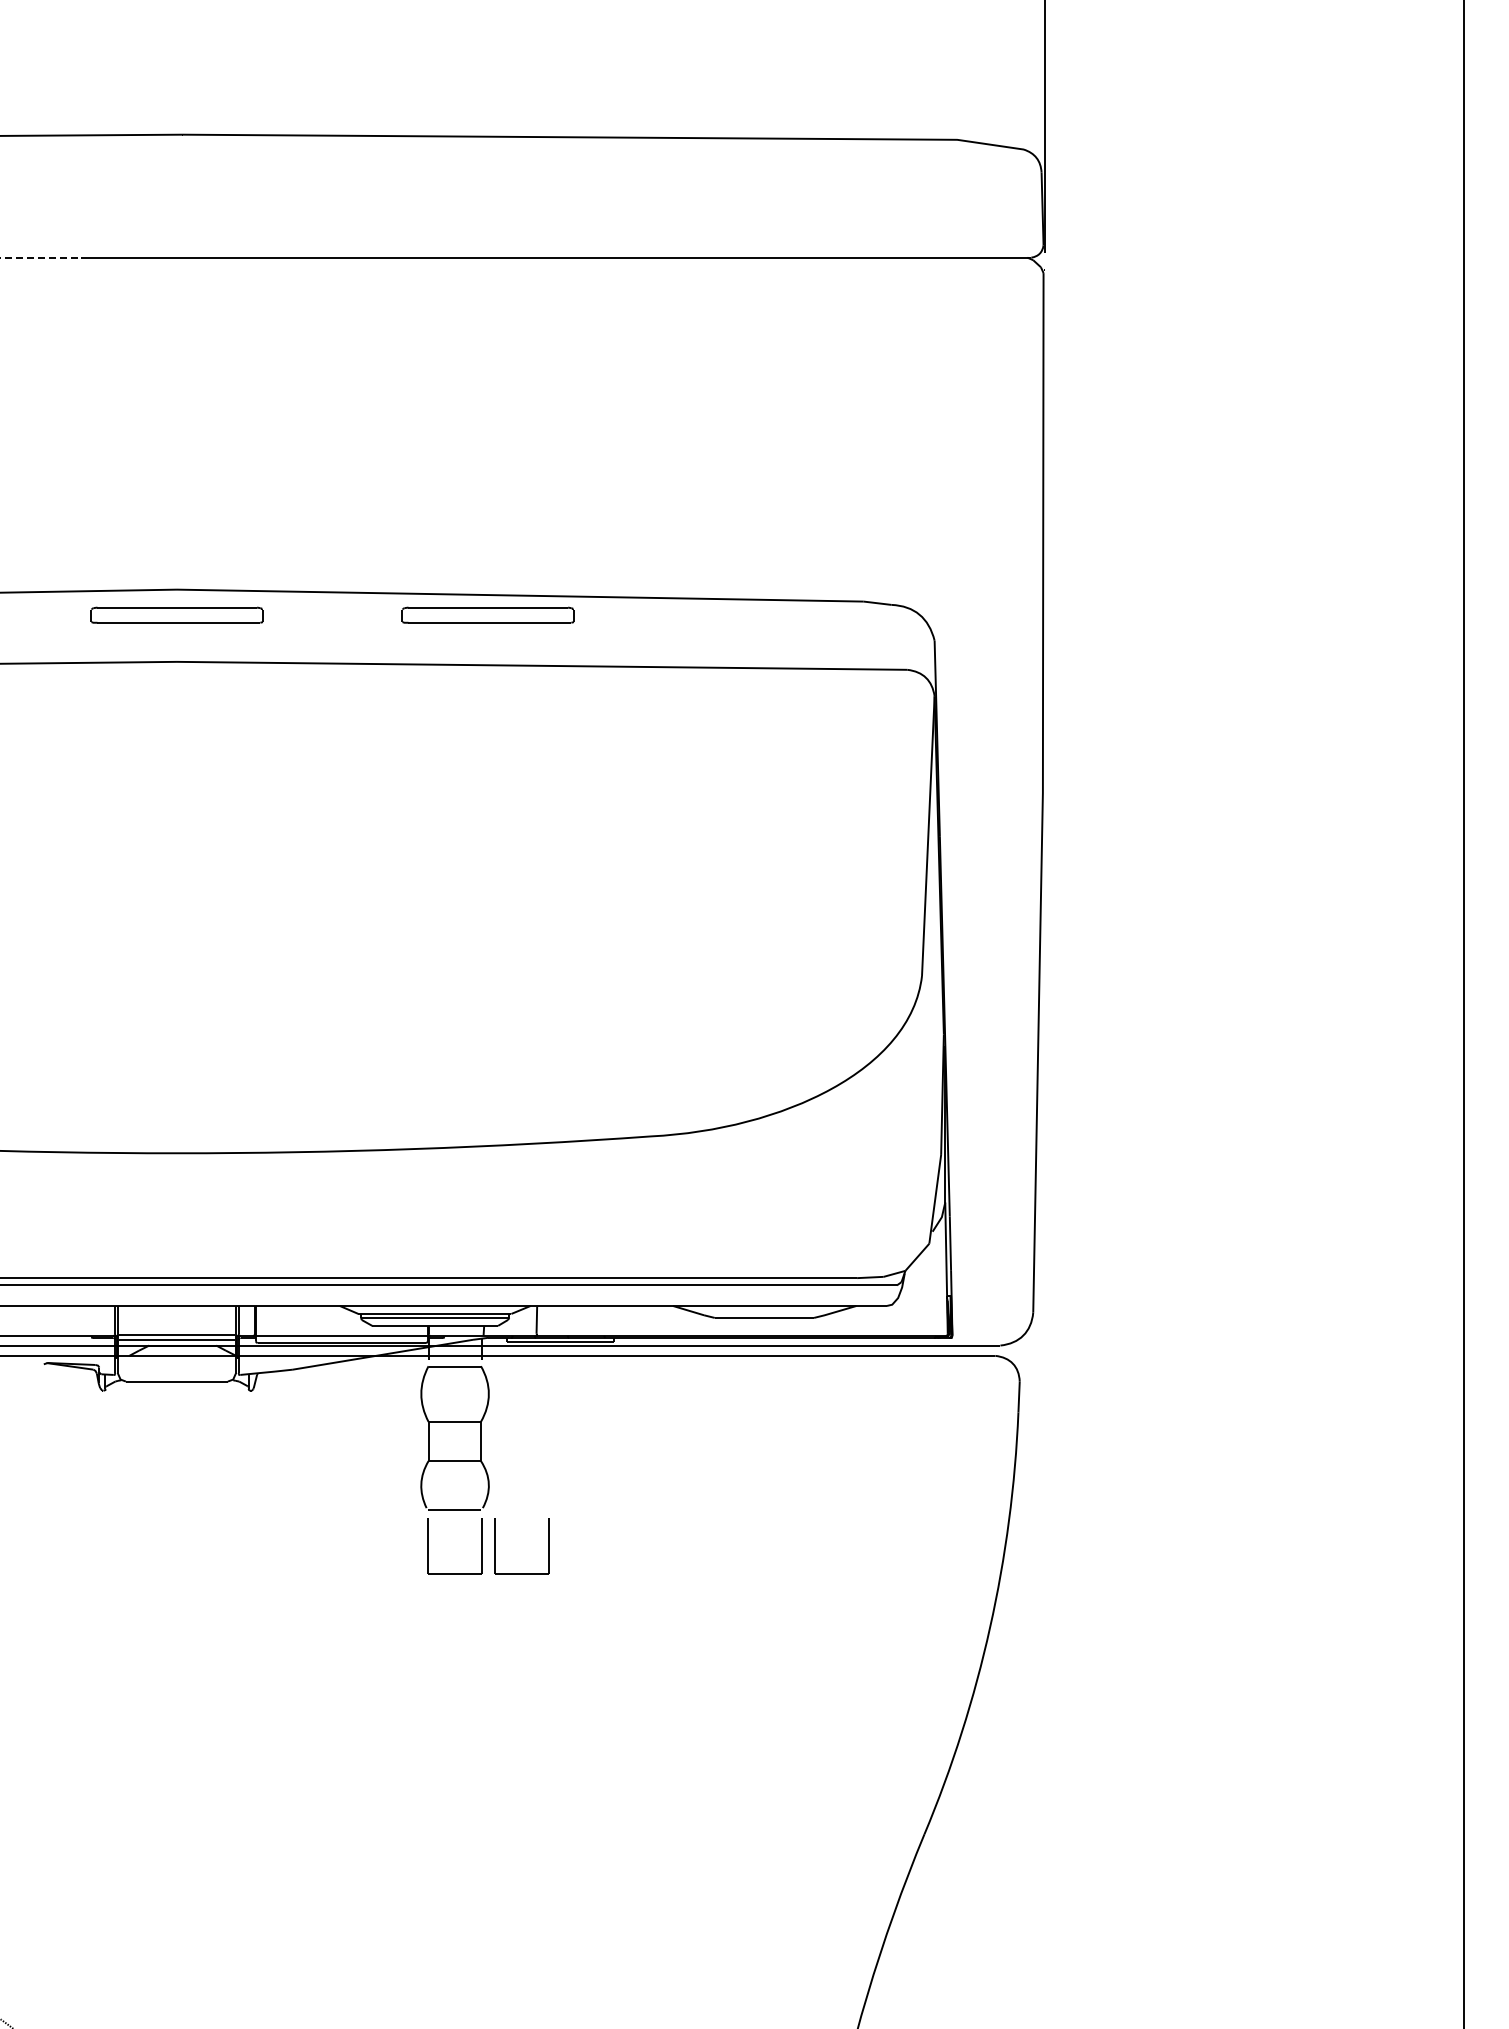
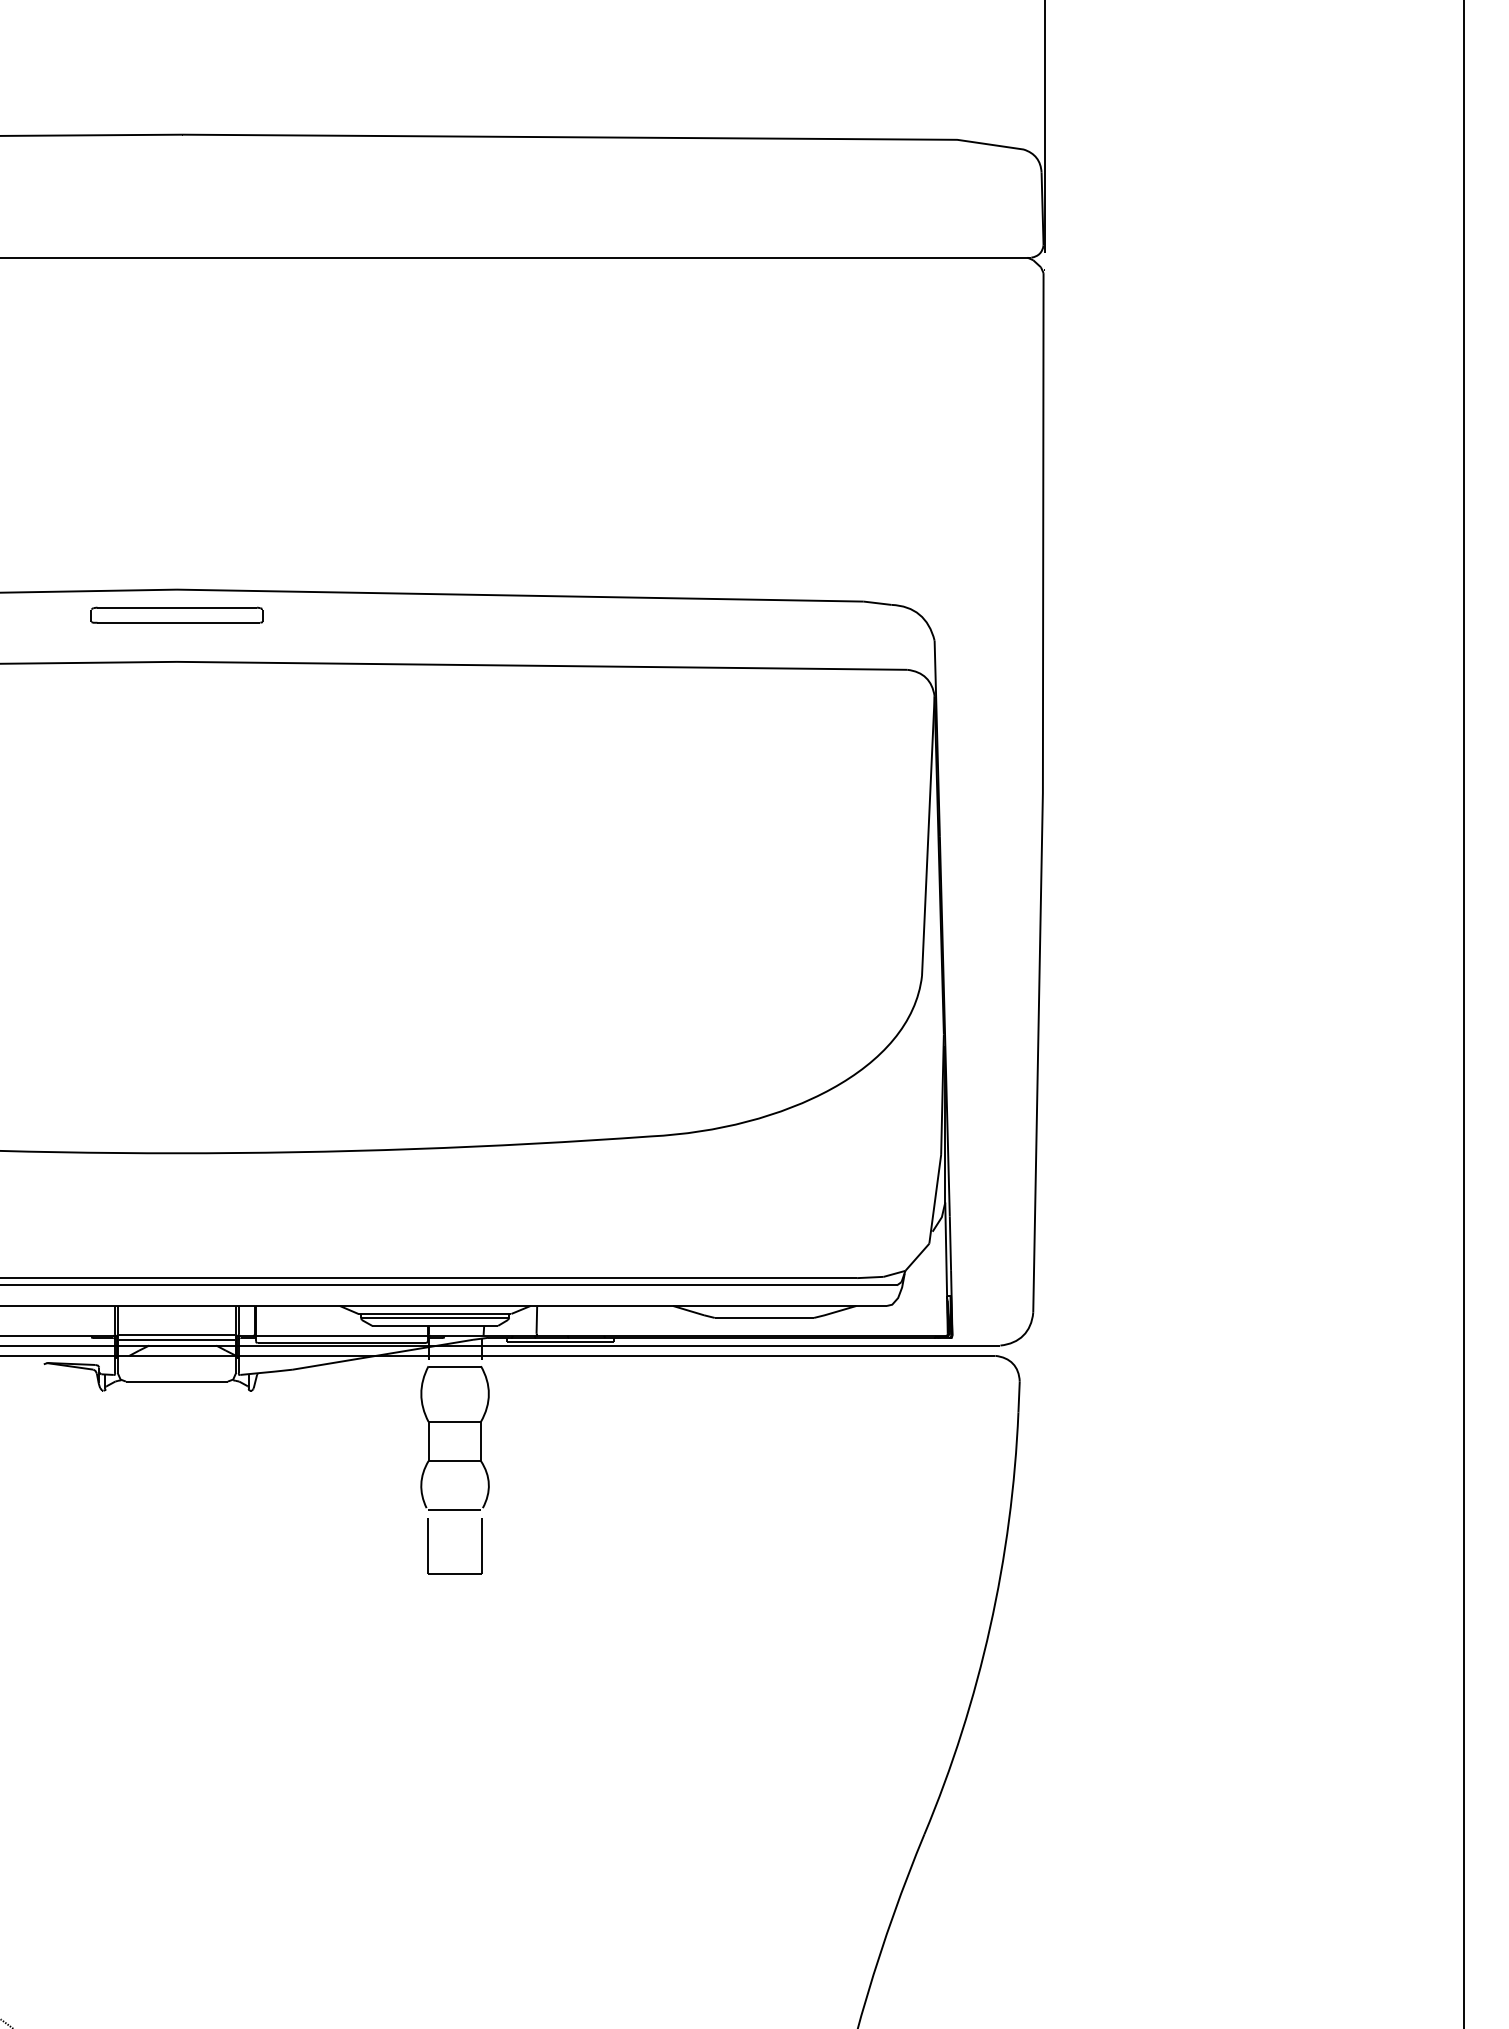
line at (40, 257): dashed -> solid
part at (487, 614): present -> none
part at (495, 1546): present -> none
